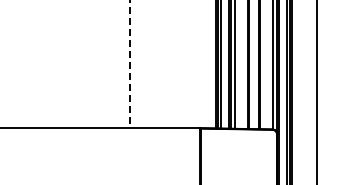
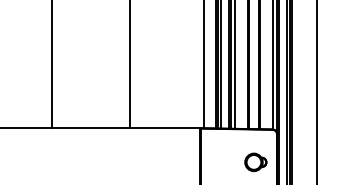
line at (130, 64): dashed -> solid
line at (52, 65): none -> present
line at (204, 65): none -> present
part at (255, 161): none -> present
